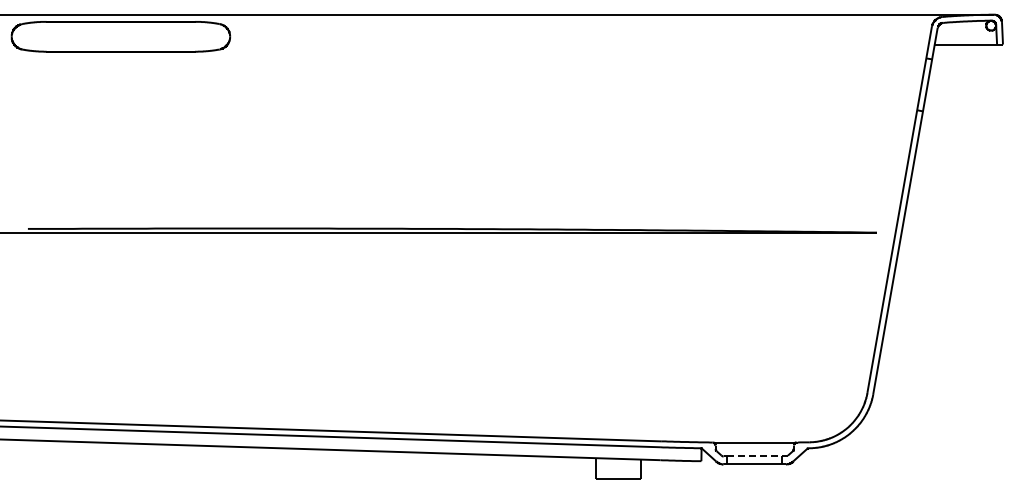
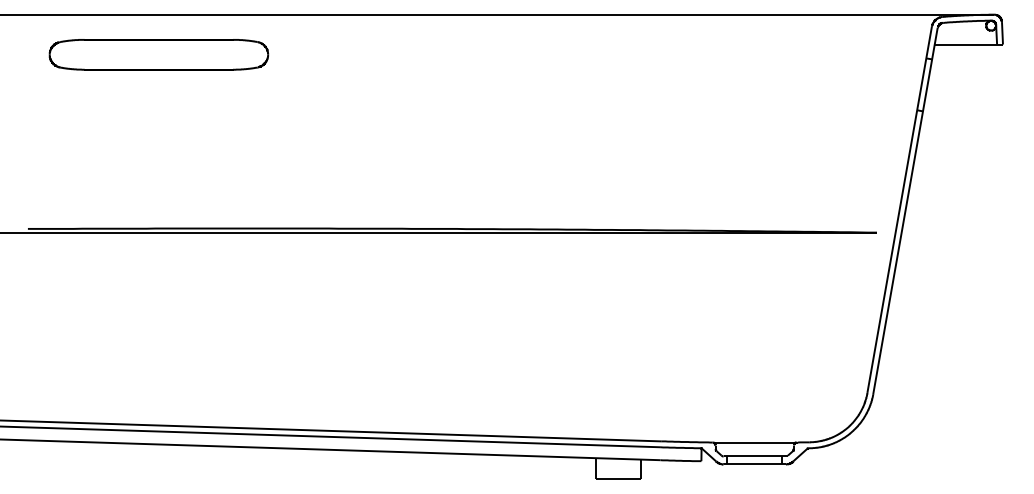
part at (120, 36) position: (120, 36) -> (158, 54)
line at (755, 456): dashed -> solid
